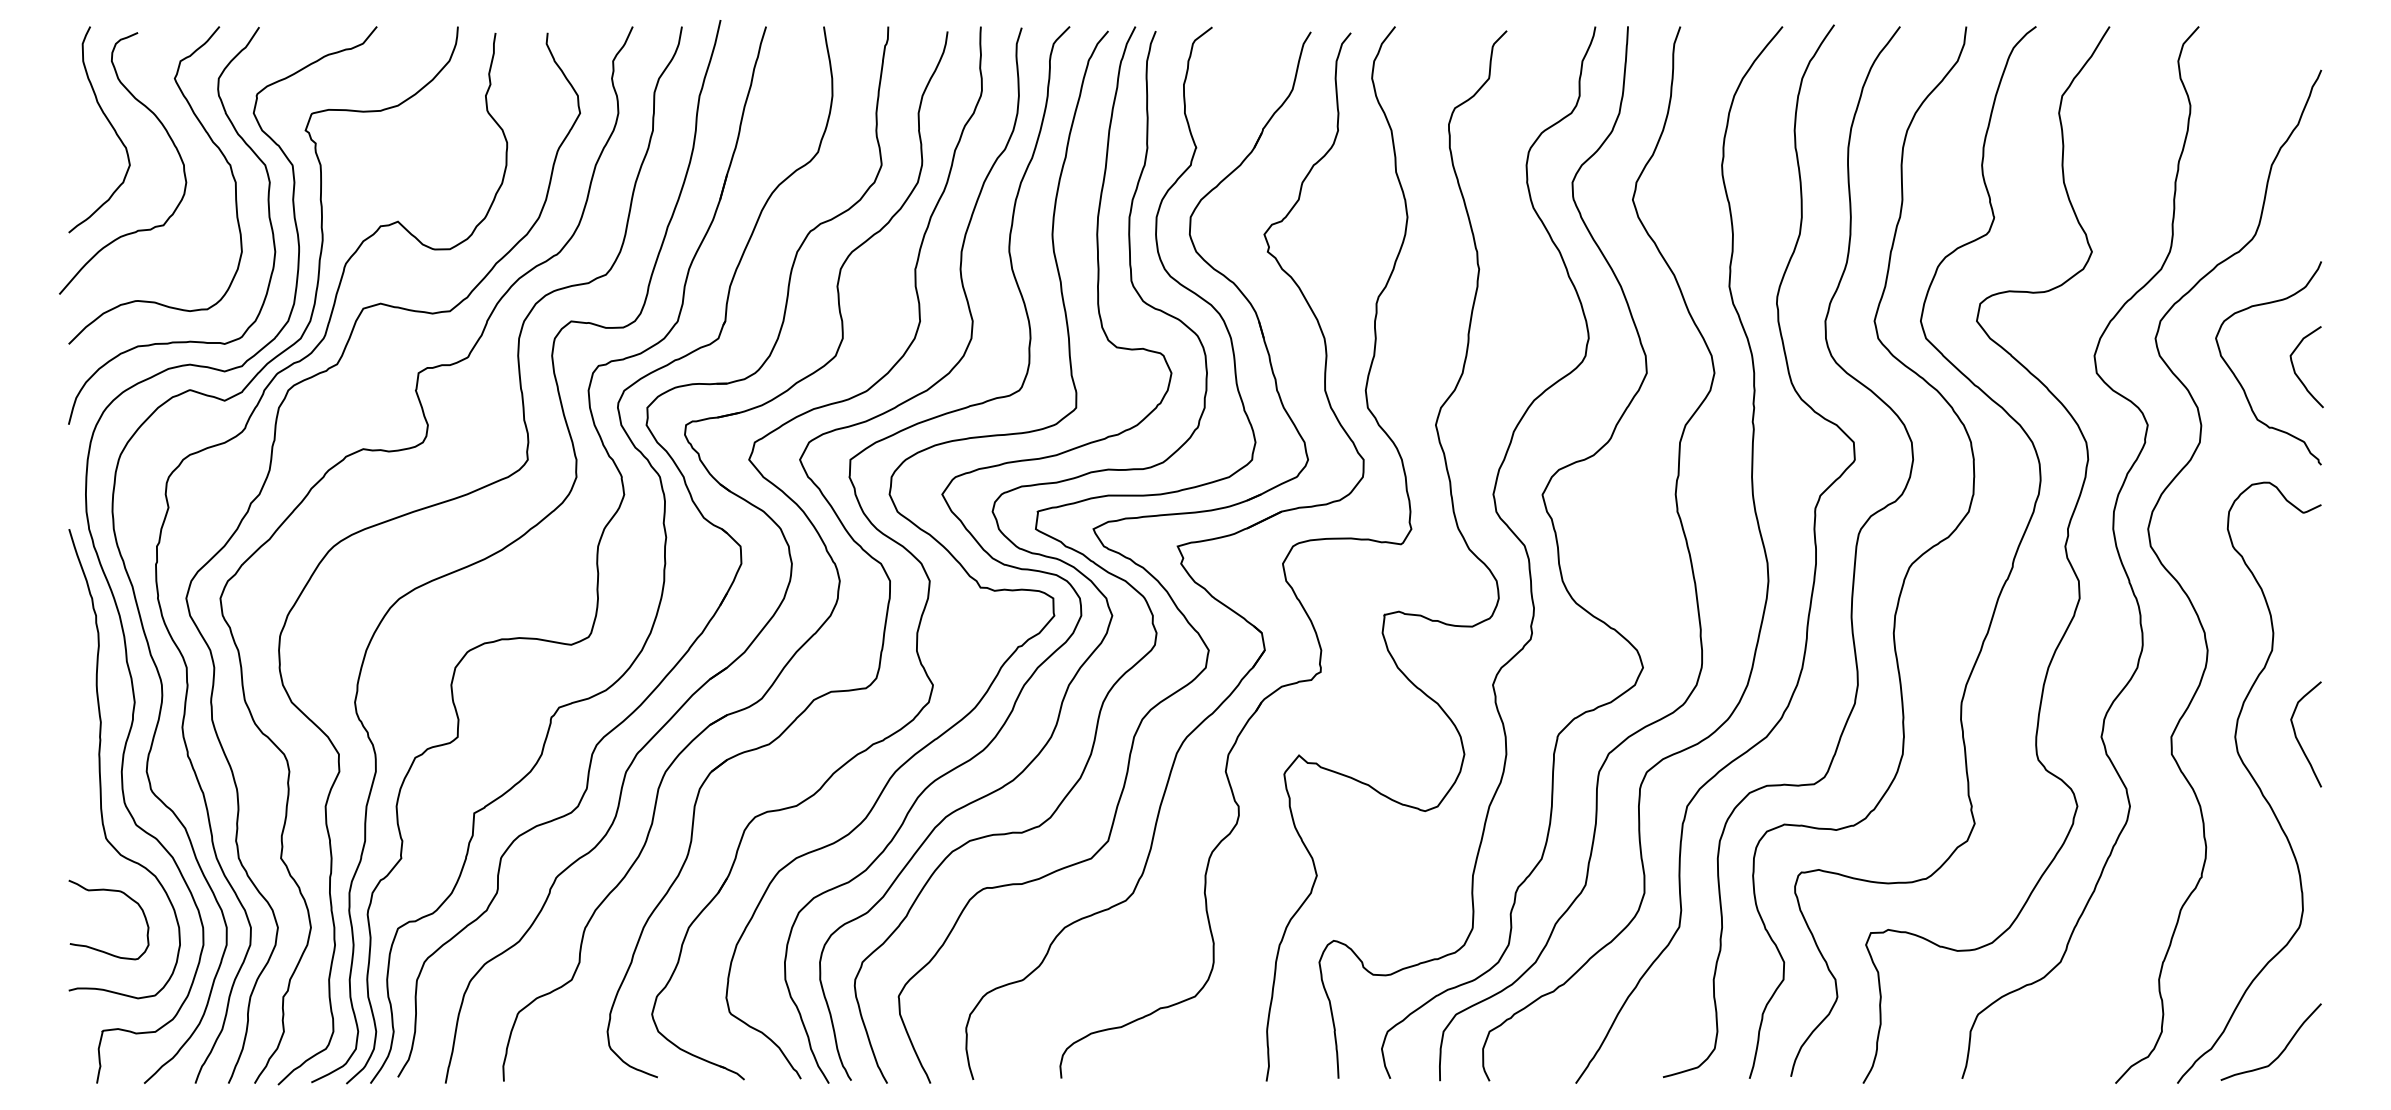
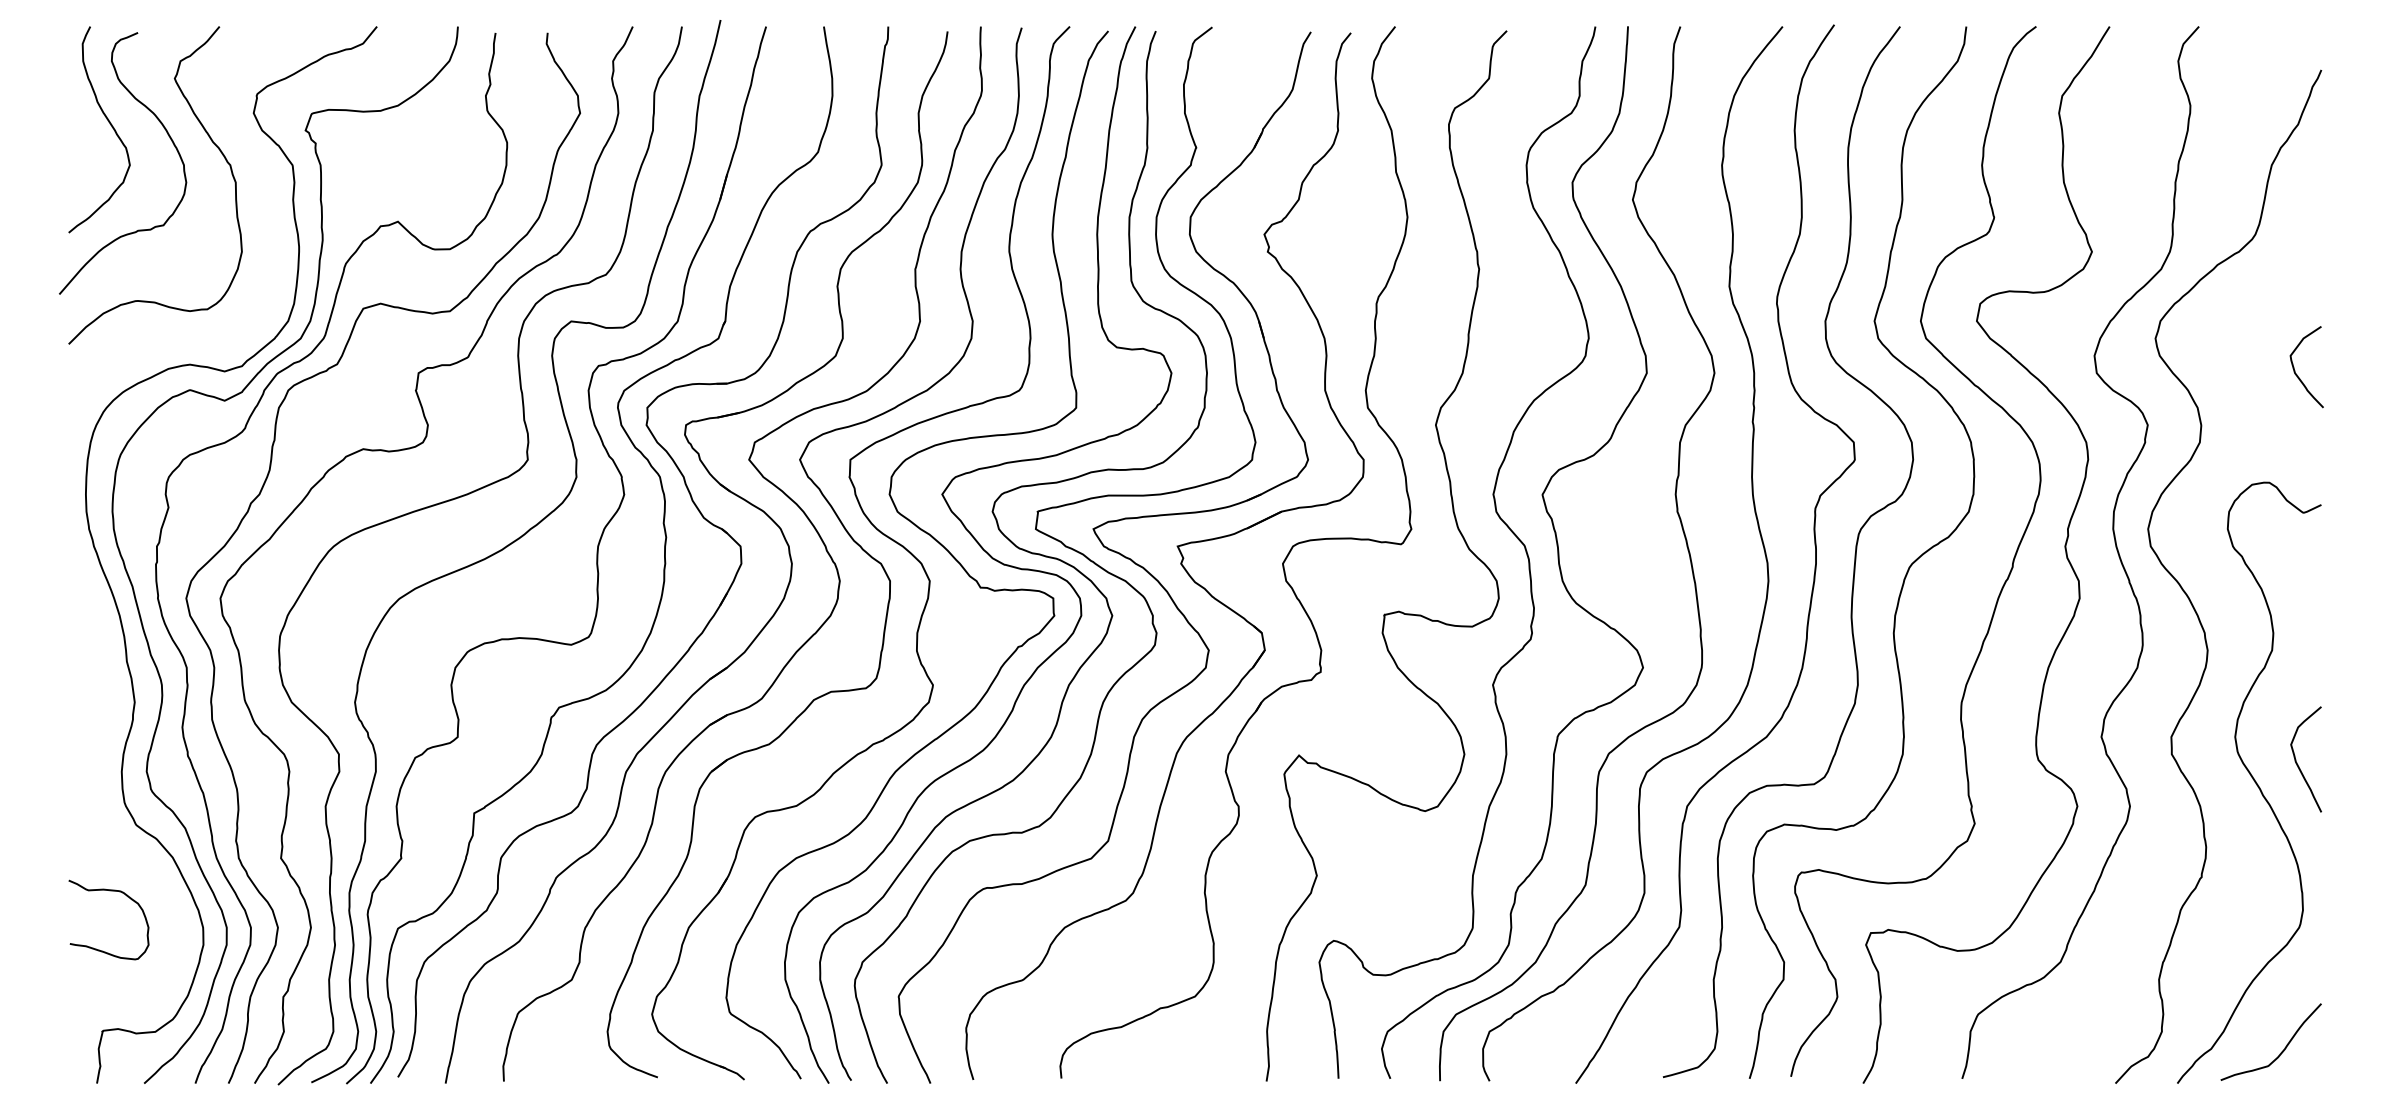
curve at (268, 218): present -> none
curve at (2240, 382): present -> none
curve at (2297, 737) position: (2297, 737) -> (2297, 762)
curve at (100, 764): present -> none
